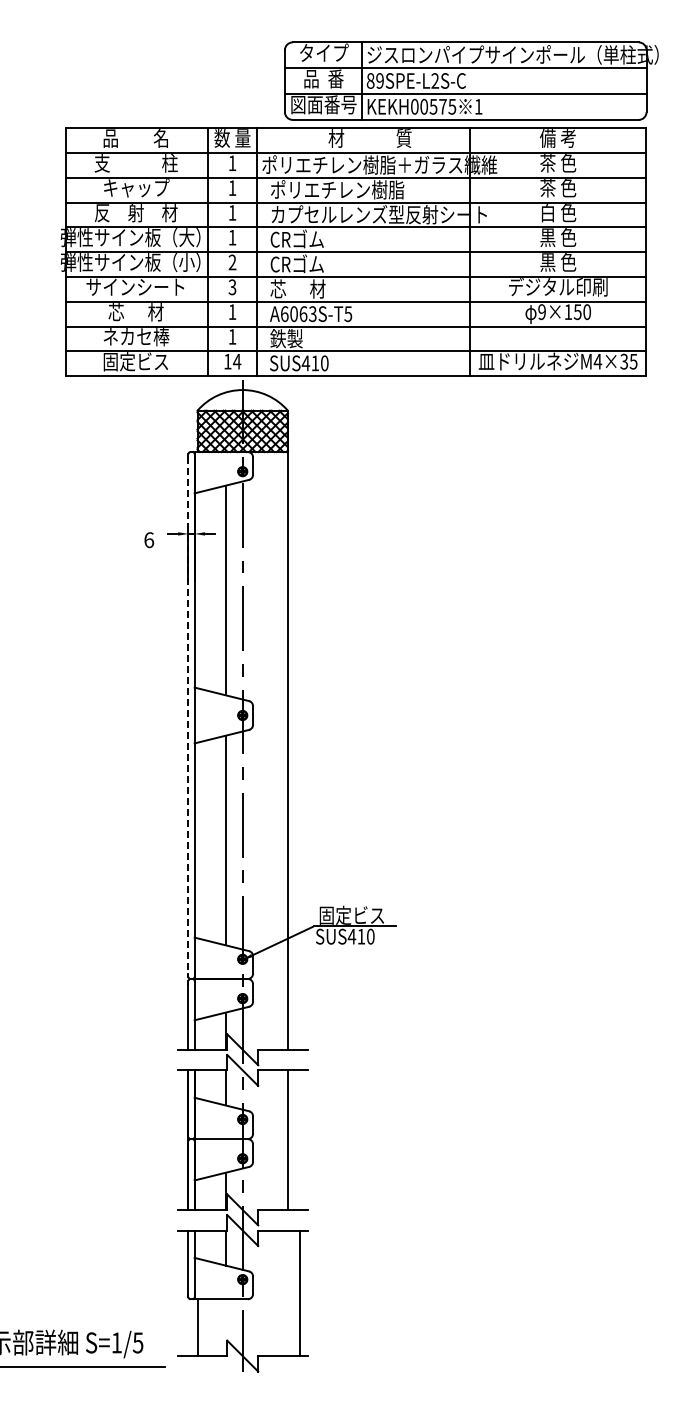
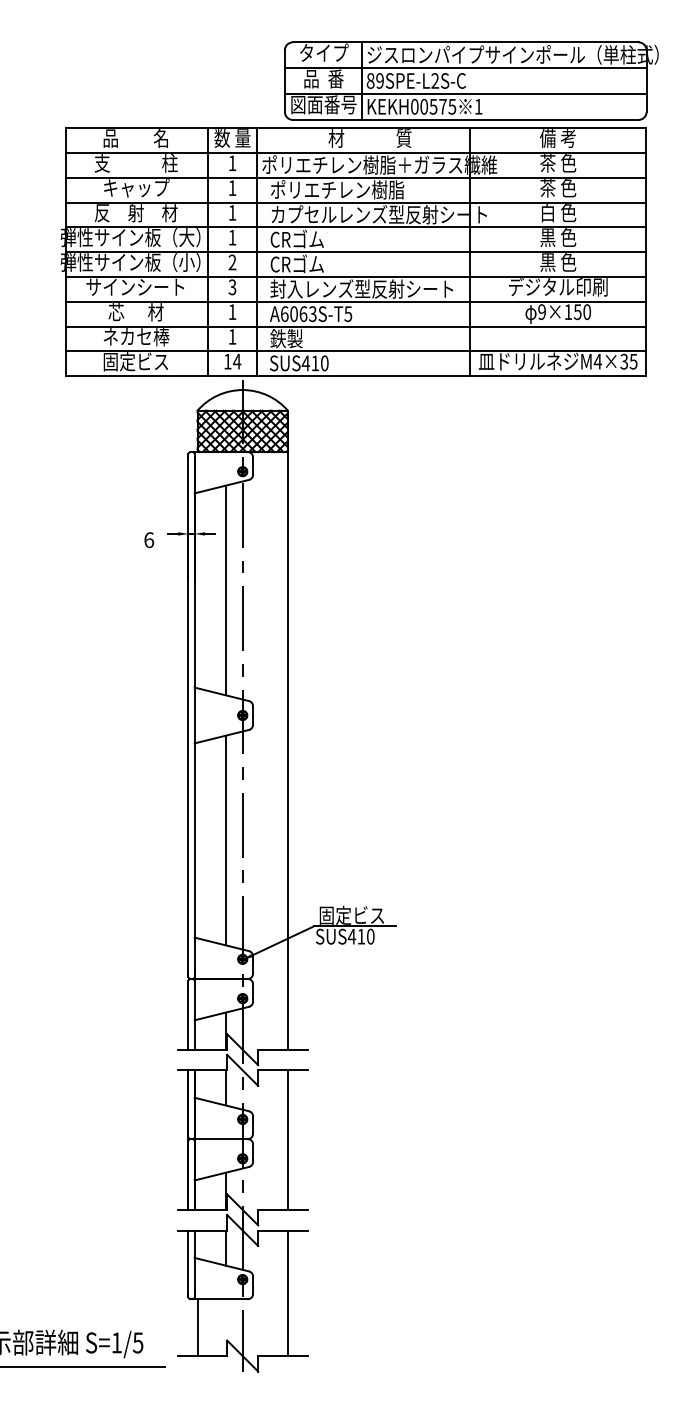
text at (361, 288): 芯      材 -> 封入レンズ型反射シート
line at (188, 717): dashed -> solid
line at (299, 1293) position: (299, 1293) -> (287, 1293)
